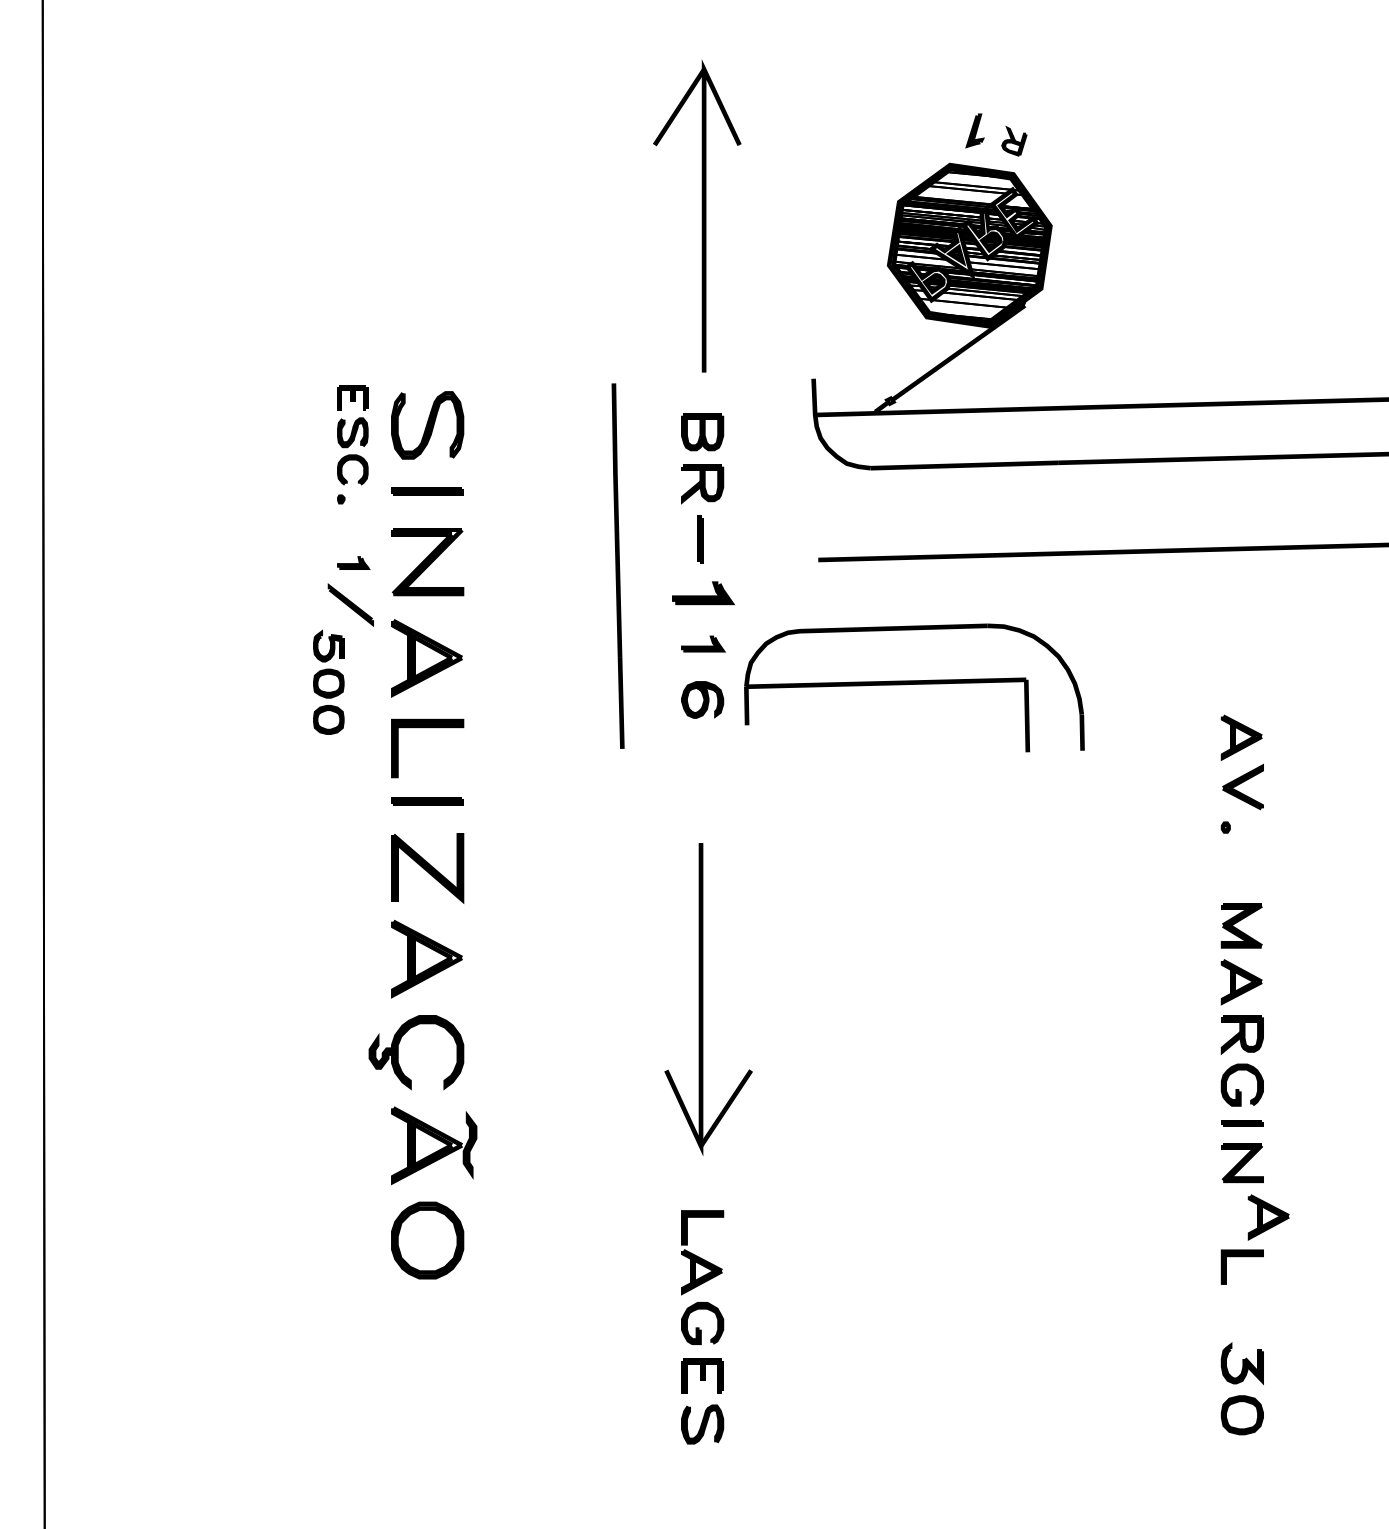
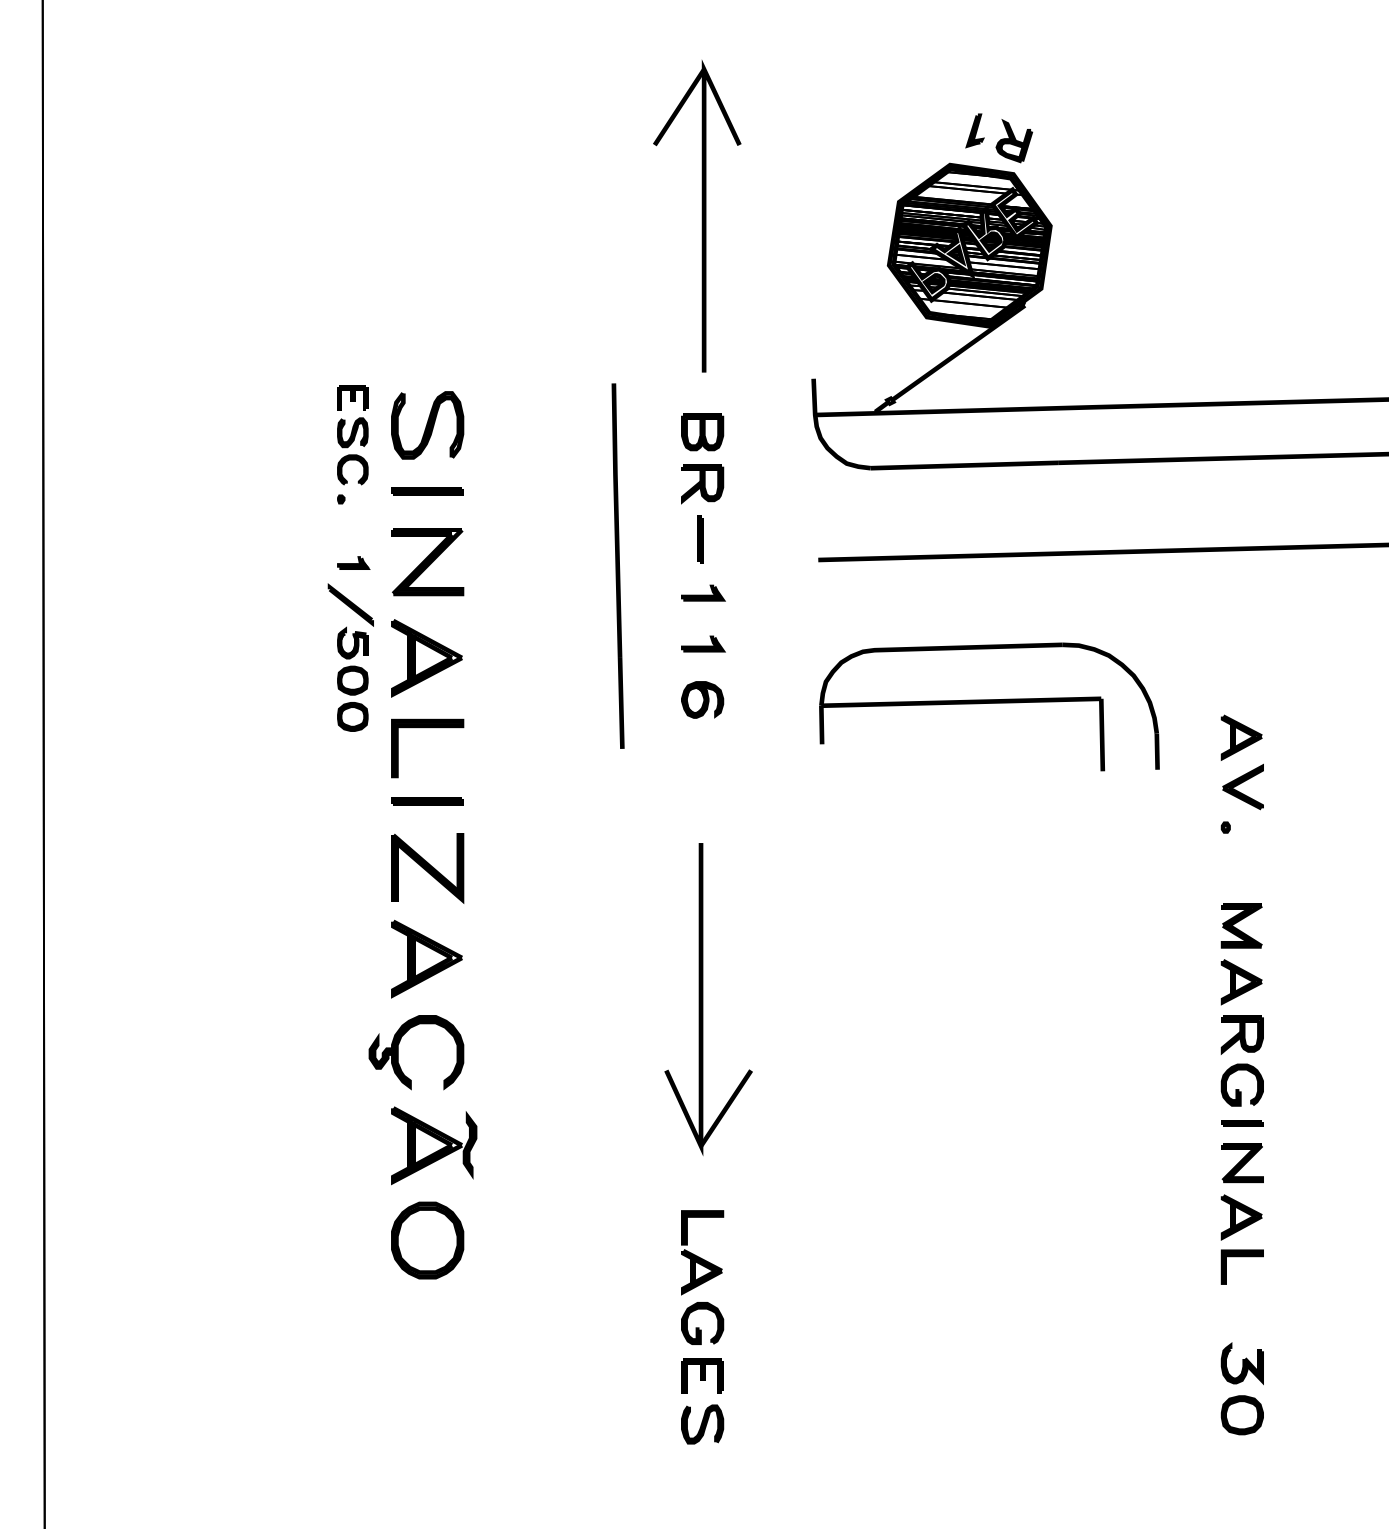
part at (1014, 140) size: 27x32 px -> 39x45 px
part at (703, 593) size: 63x25 px -> 45x18 px
part at (328, 681) position: (328, 681) -> (352, 678)
part at (914, 687) position: (914, 687) -> (989, 706)
part at (1268, 1217) position: (1268, 1217) -> (1241, 1217)
